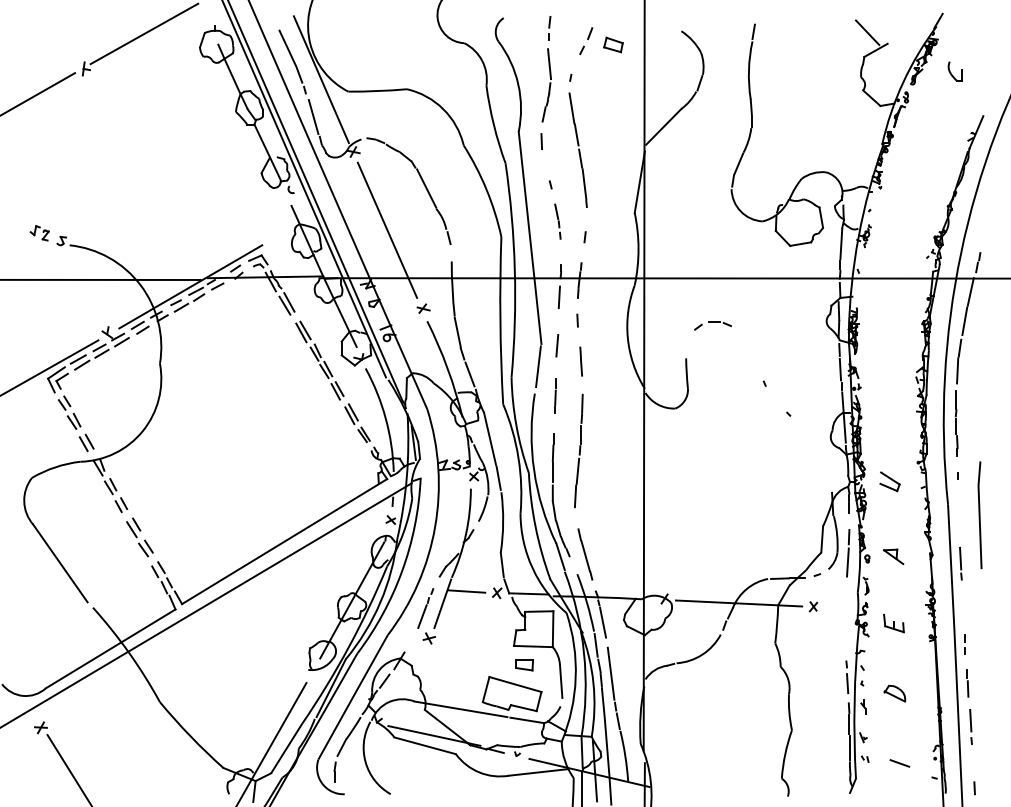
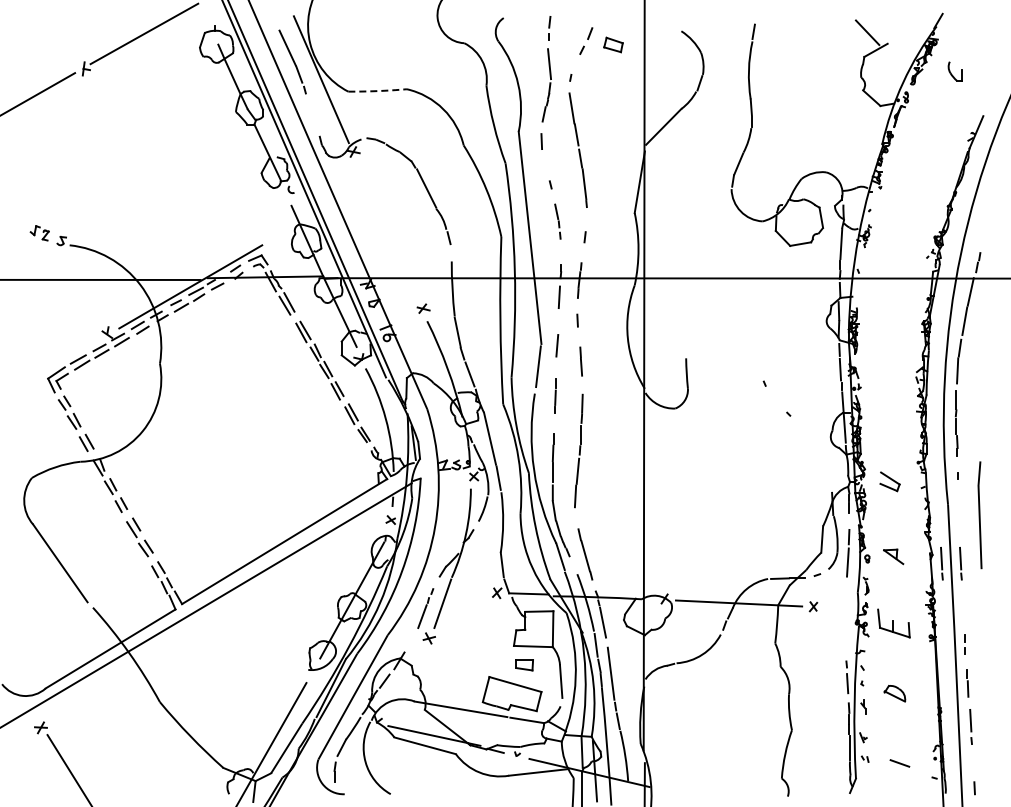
arc at (377, 91): solid -> dashed
line at (313, 117): present -> none
line at (387, 229): present -> none
part at (712, 325): present -> none
line at (50, 367): present -> none
line at (941, 563): none -> present
line at (466, 591): present -> none
part at (893, 623) size: 22x21 px -> 34x31 px
